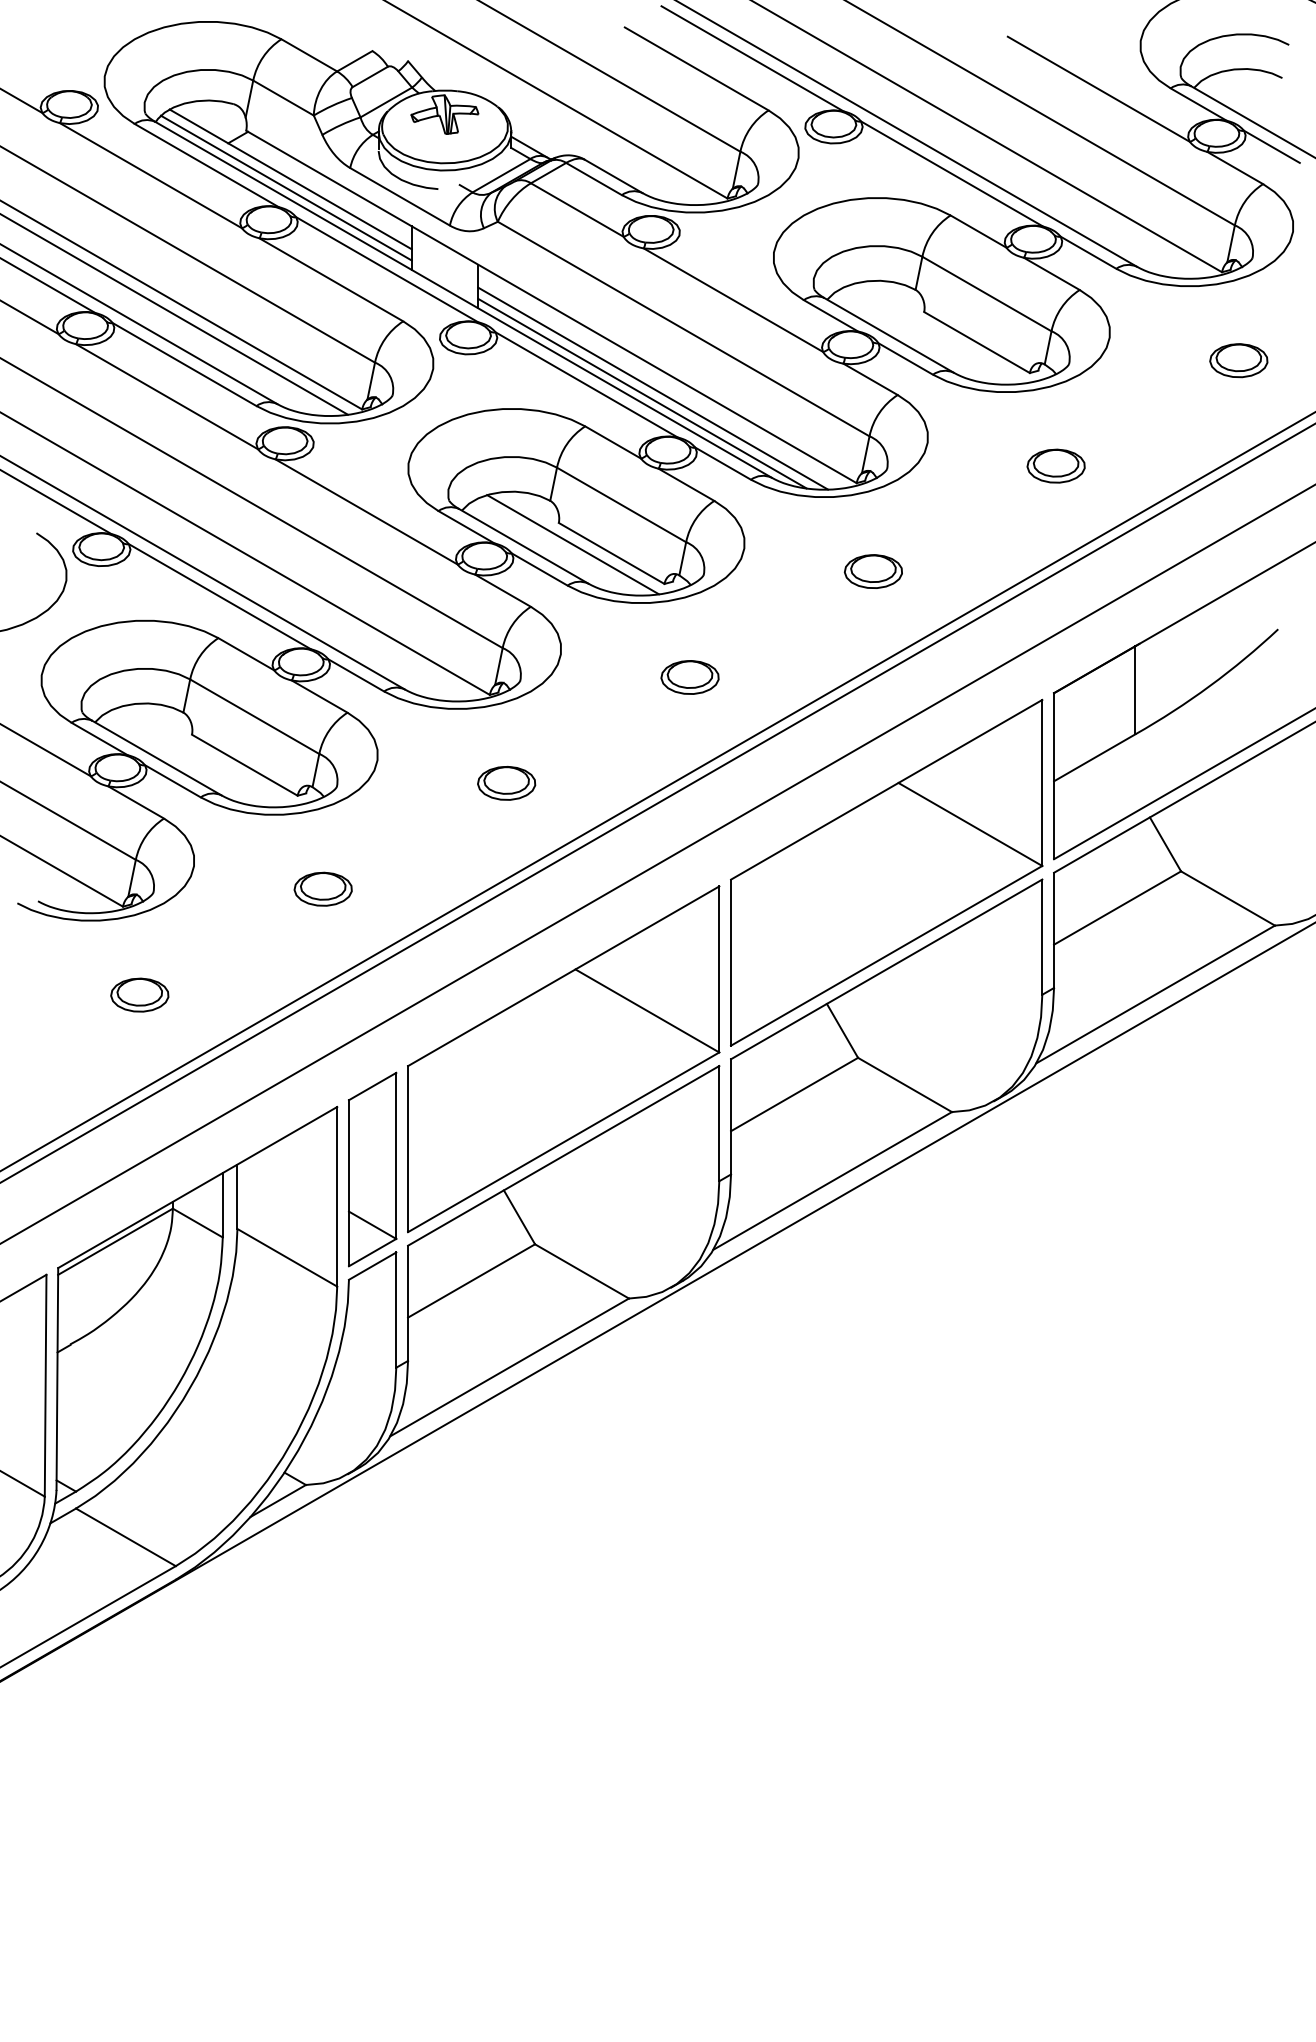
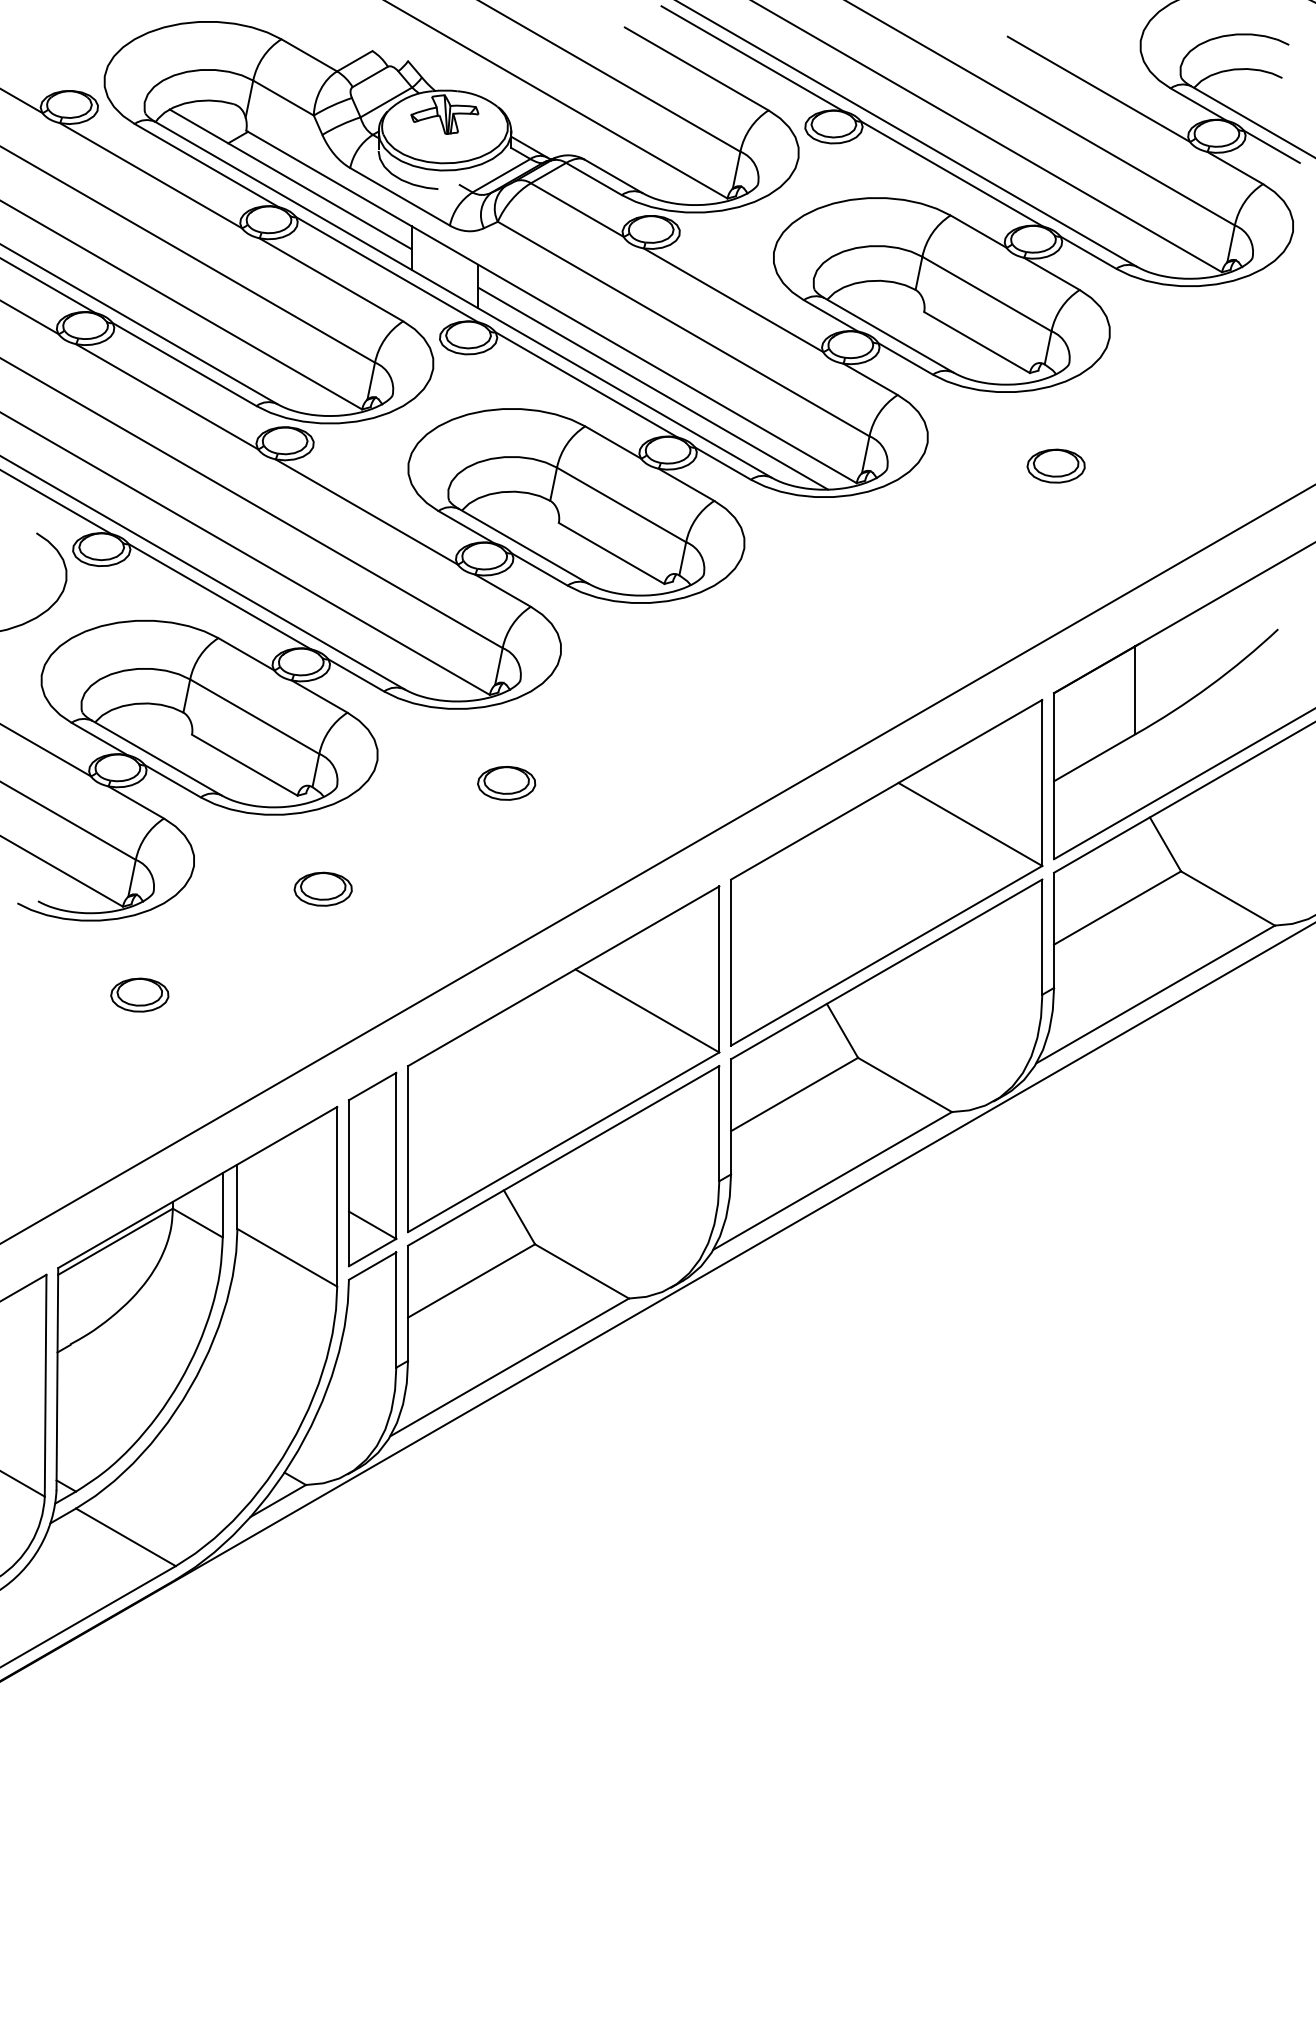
line at (285, 187): present -> none
line at (174, 314): present -> none
part at (1238, 360): present -> none
line at (642, 393): present -> none
line at (573, 544): present -> none
part at (872, 571): present -> none
part at (689, 677): present -> none
line at (657, 791): present -> none
line at (657, 803): present -> none
